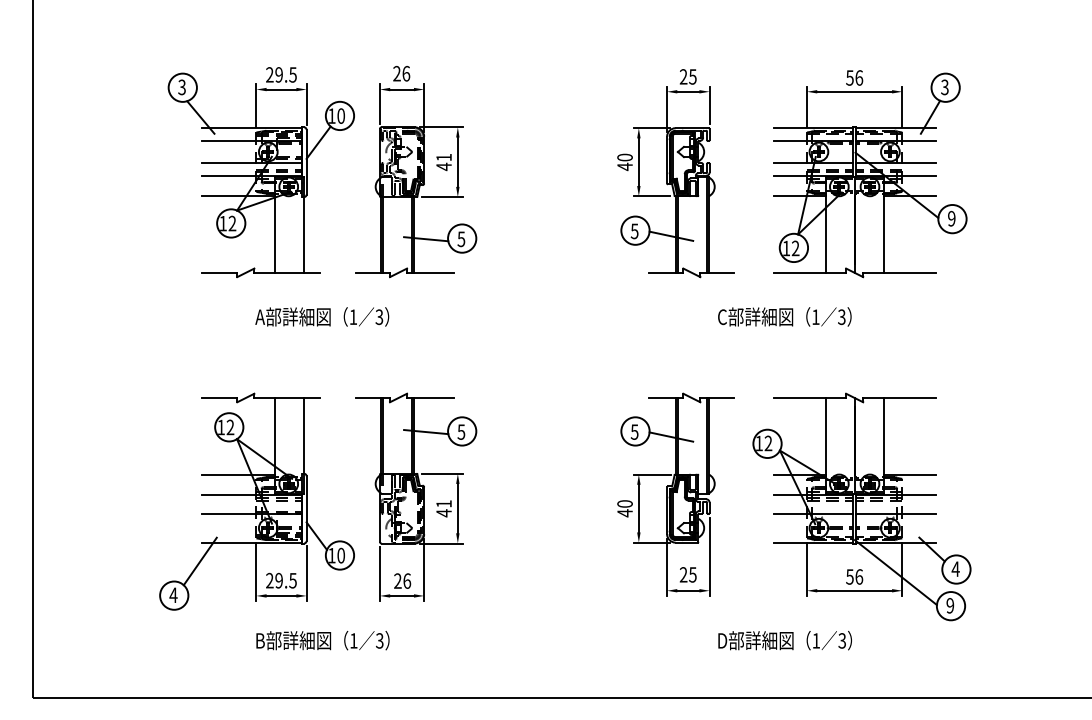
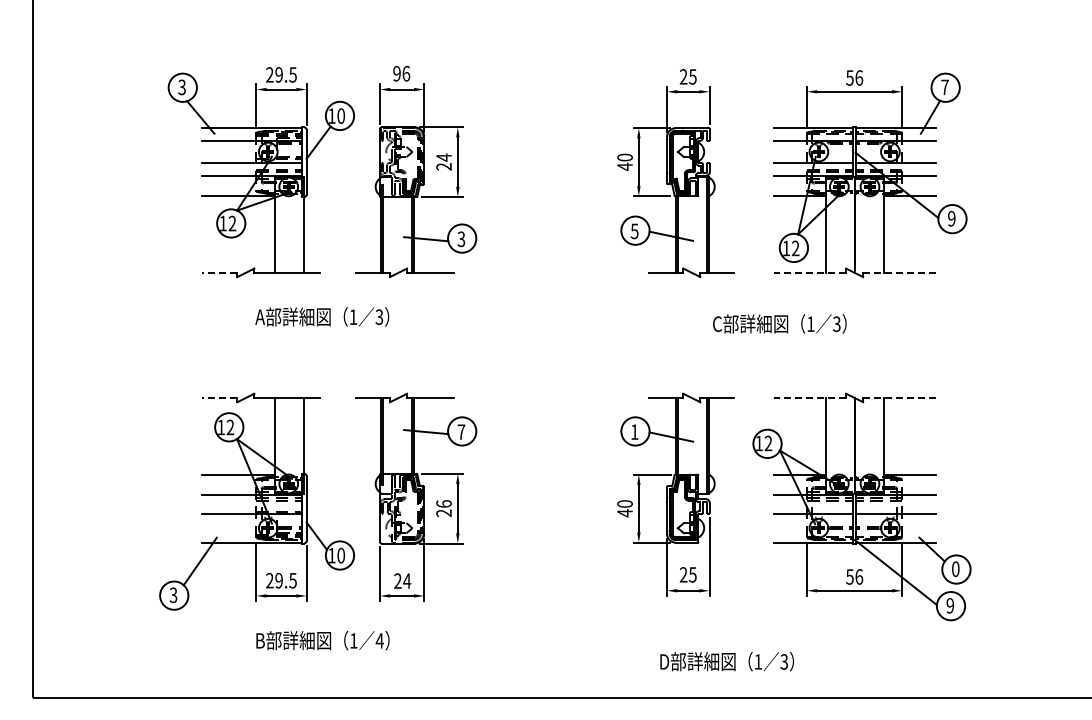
text at (396, 73): 26 -> 96
text at (944, 87): 3 -> 7
text at (443, 162): 41 -> 24
text at (461, 238): 5 -> 3
line at (219, 272): solid -> dashed
line at (809, 272): solid -> dashed
line at (899, 272): solid -> dashed
text at (784, 316) position: (784, 316) -> (779, 323)
line at (219, 398): solid -> dashed
line at (809, 398): solid -> dashed
line at (899, 398): solid -> dashed
text at (461, 431): 5 -> 7
text at (634, 431): 5 -> 1
text at (443, 508): 41 -> 26
text at (955, 568): 4 -> 0
text at (407, 580): 26 -> 24
text at (173, 595): 4 -> 3
text at (379, 640): 3 -> 4
text at (784, 640) position: (784, 640) -> (726, 661)
